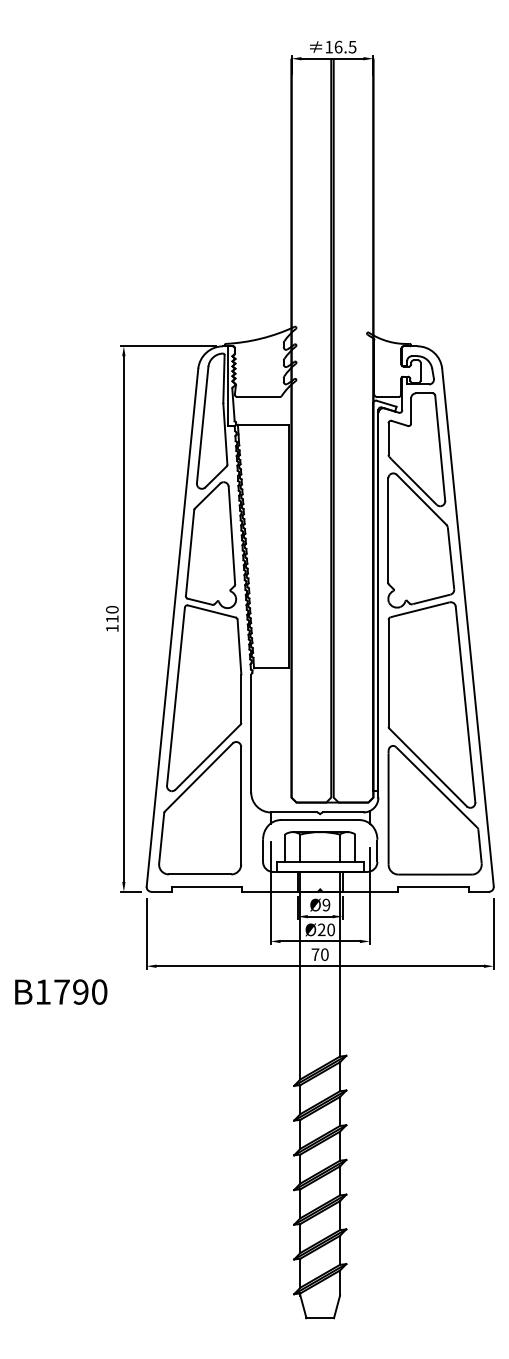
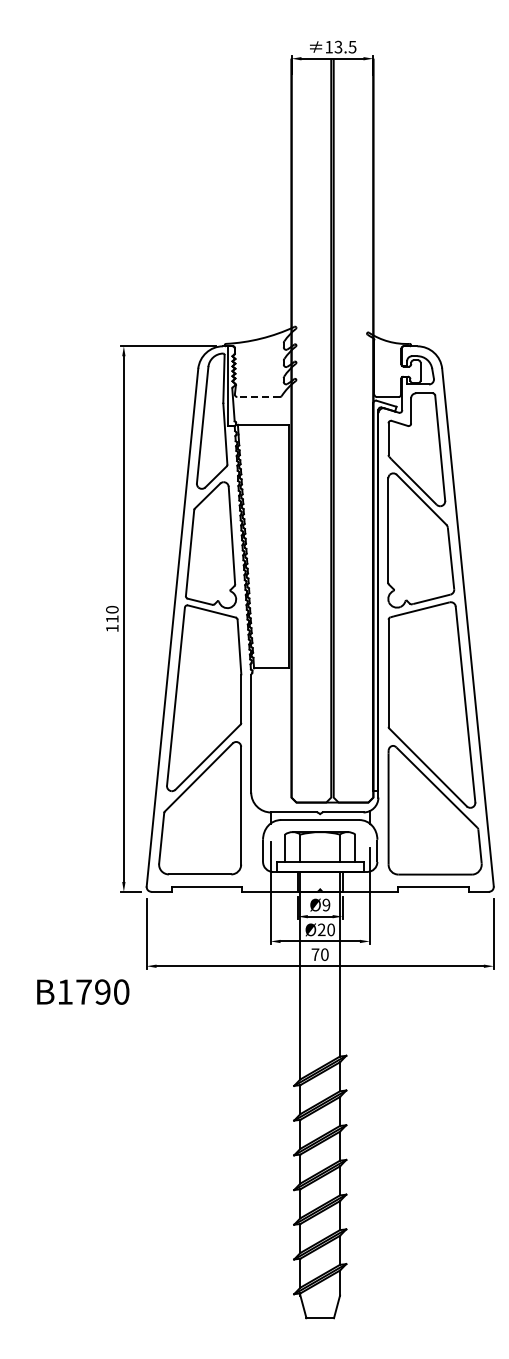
text at (338, 46): 16.5 -> 13.5
line at (258, 397): solid -> dashed
text at (61, 991) position: (61, 991) -> (83, 991)
